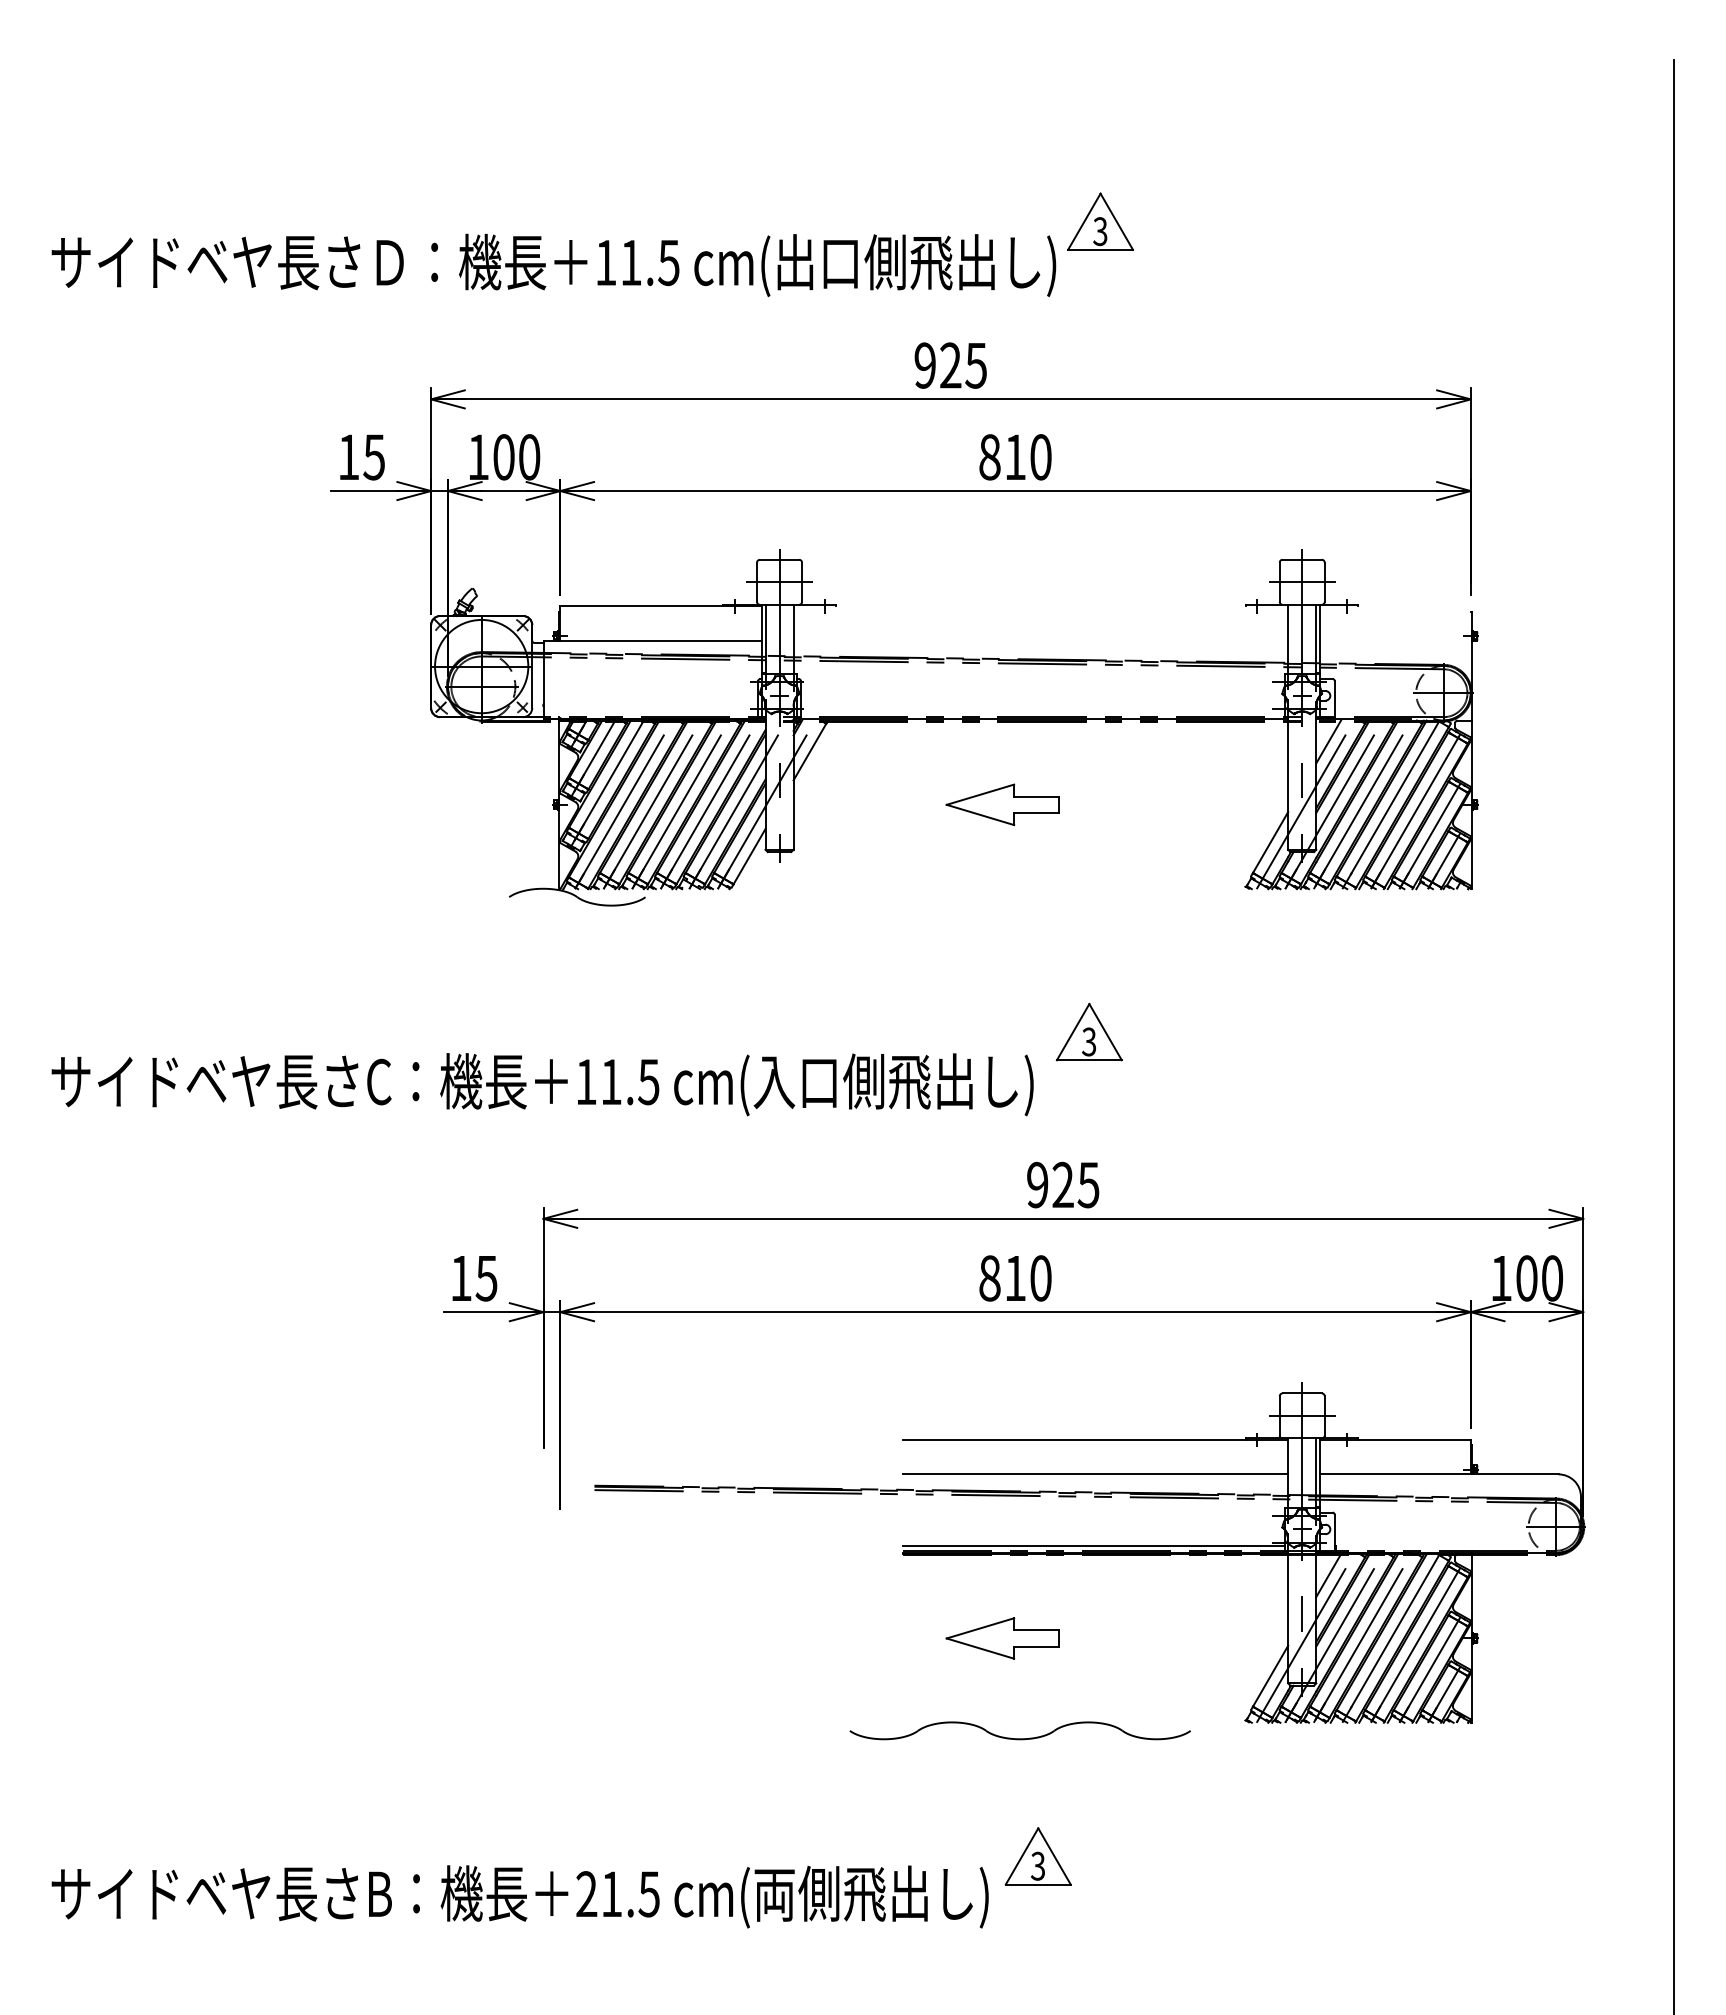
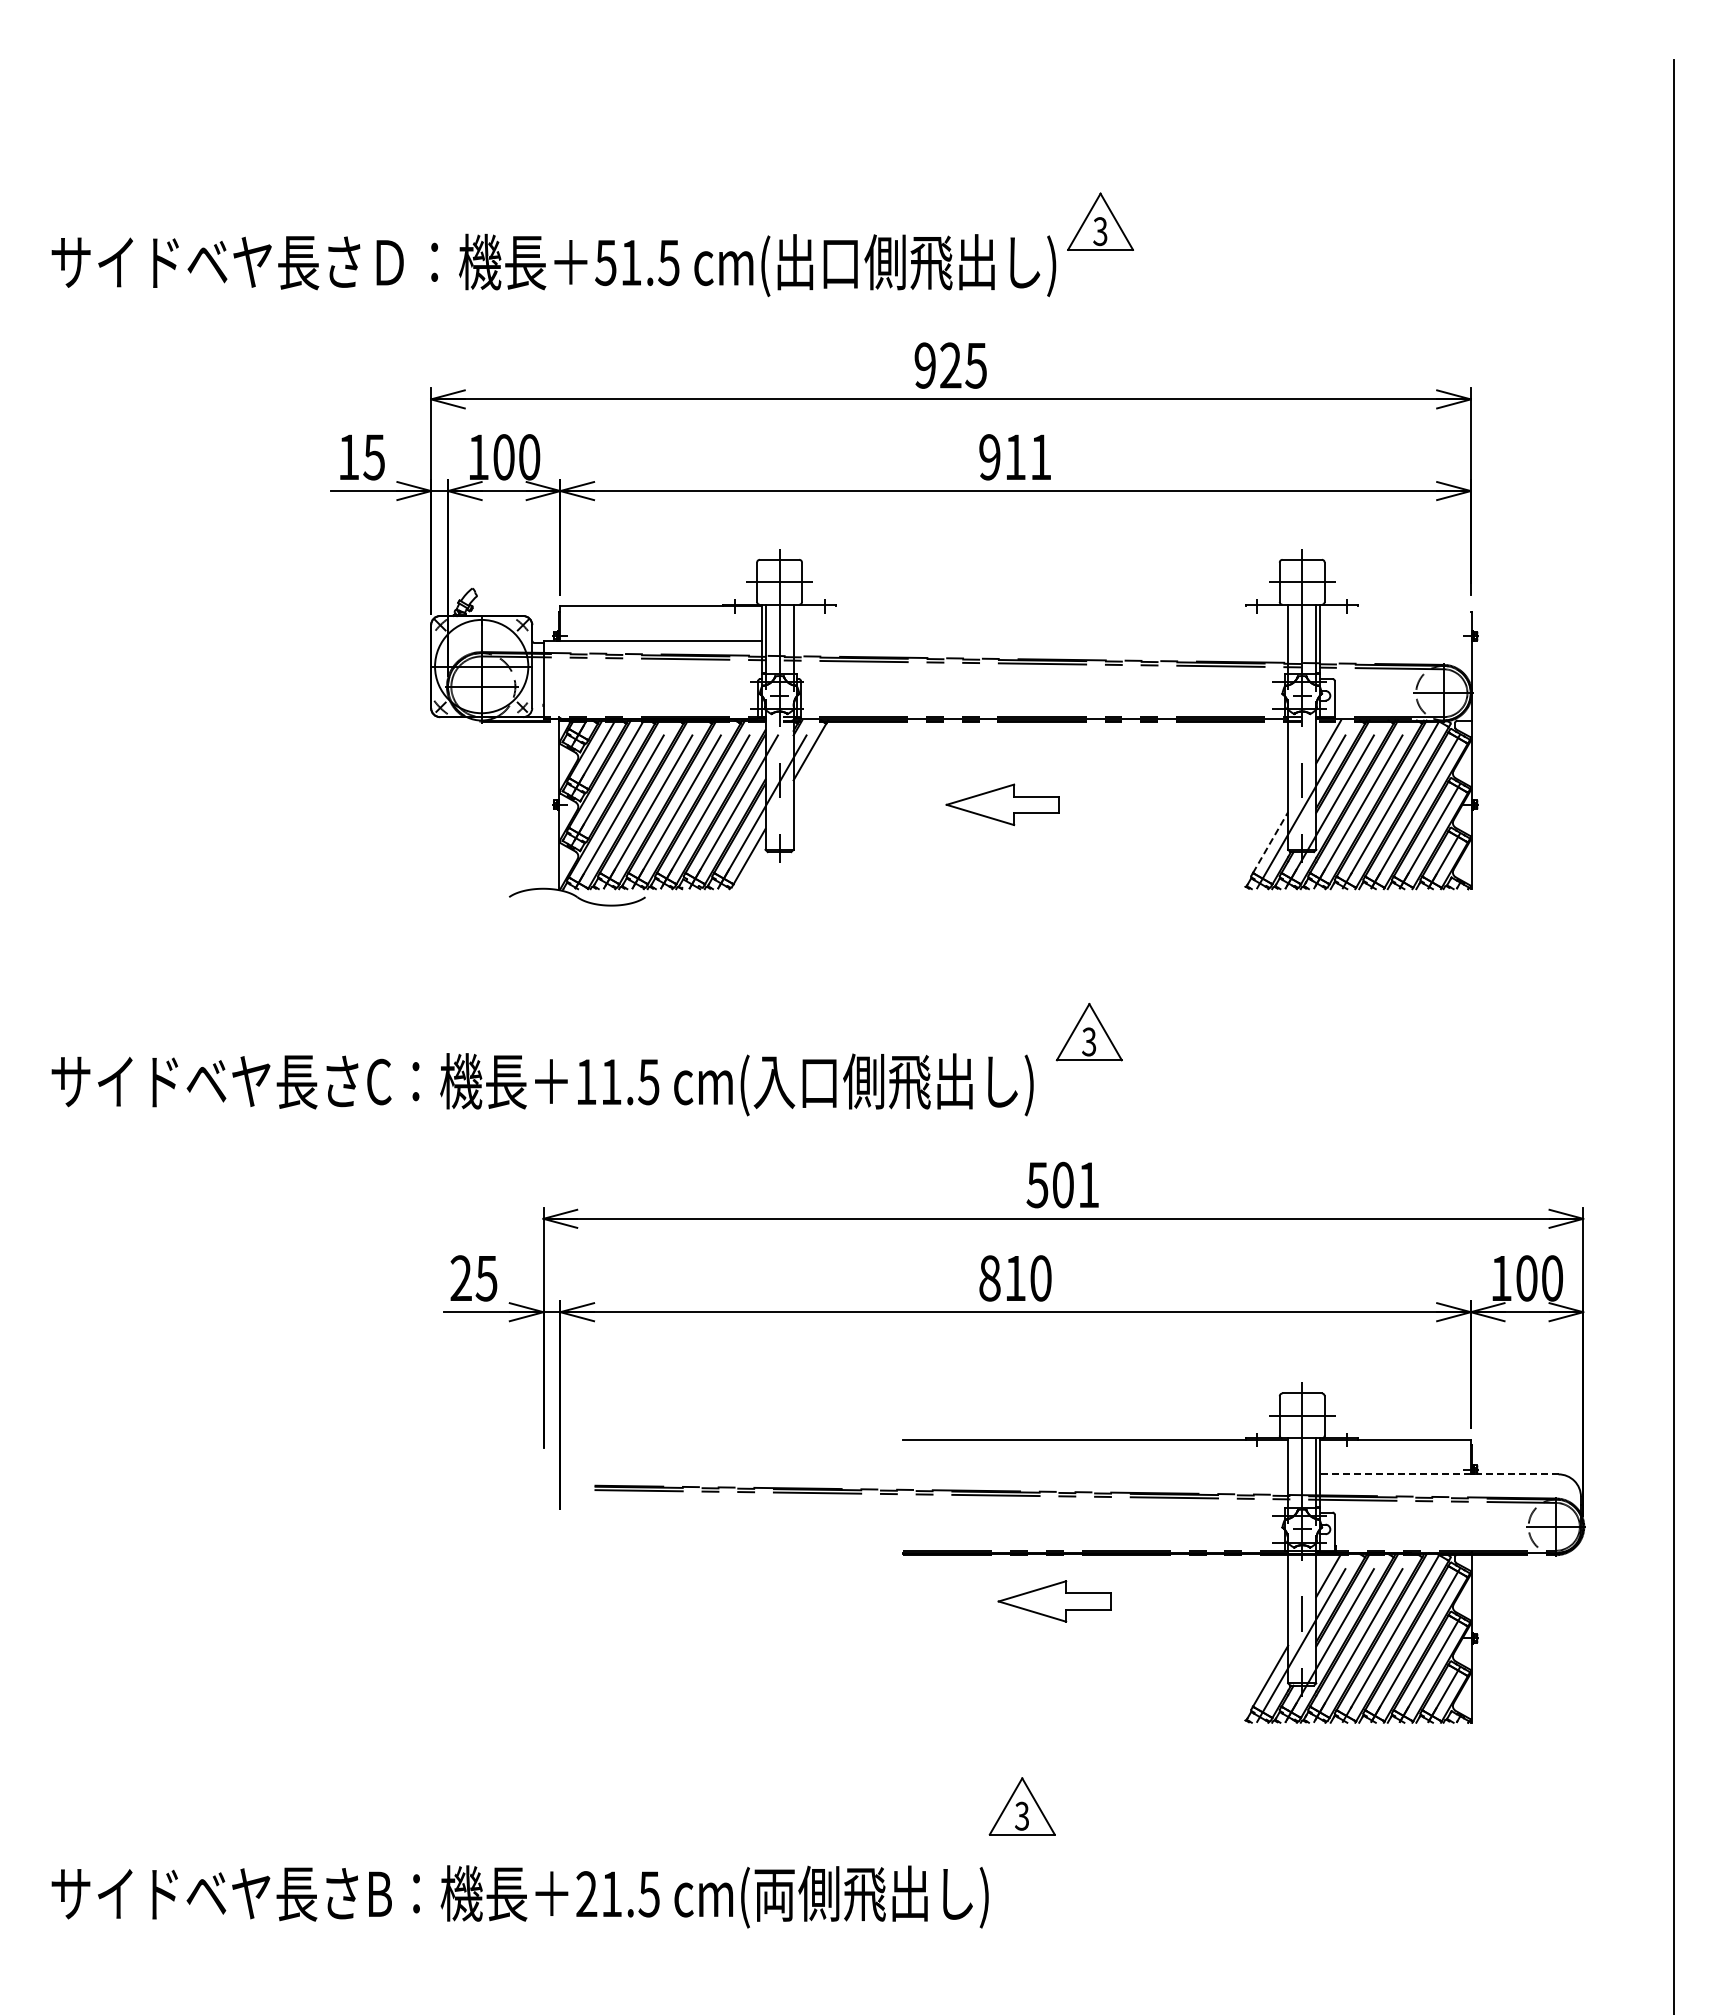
text at (605, 263): 11.5 -> 51.5
text at (1015, 457): 810 -> 911
line at (1270, 842): solid -> dashed
text at (1062, 1184): 925 -> 501
text at (460, 1277): 15 -> 25
line at (1095, 1474): present -> none
line at (1438, 1474): solid -> dashed
line at (1093, 1545): present -> none
part at (1002, 1638) position: (1002, 1638) -> (1054, 1601)
part at (1019, 1738): present -> none
part at (1037, 1856) position: (1037, 1856) -> (1021, 1806)
